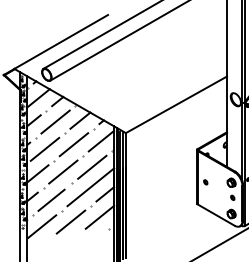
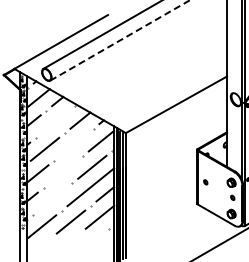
line at (120, 40): solid -> dashed
line at (55, 121): present -> none
line at (73, 144): present -> none
line at (63, 171): present -> none
line at (51, 199): present -> none
